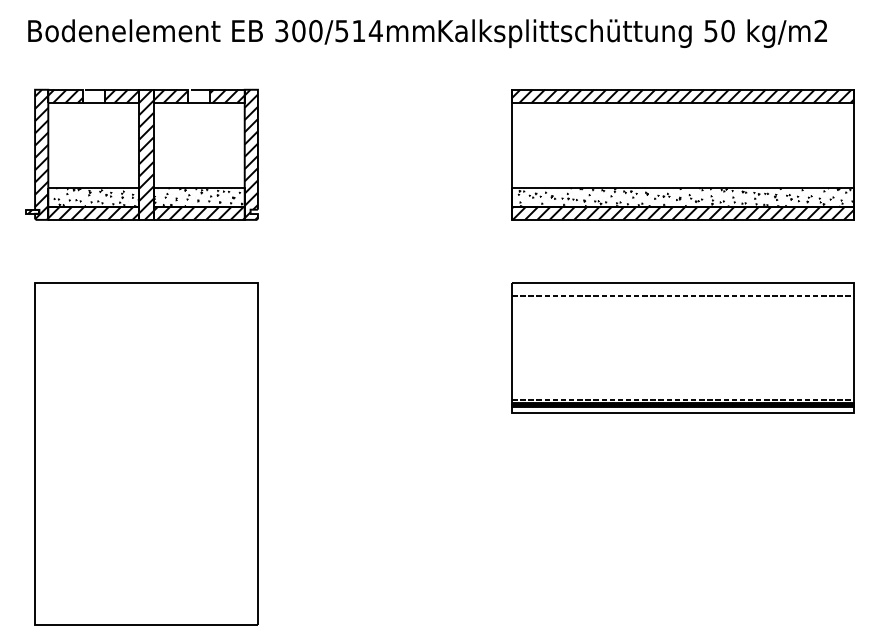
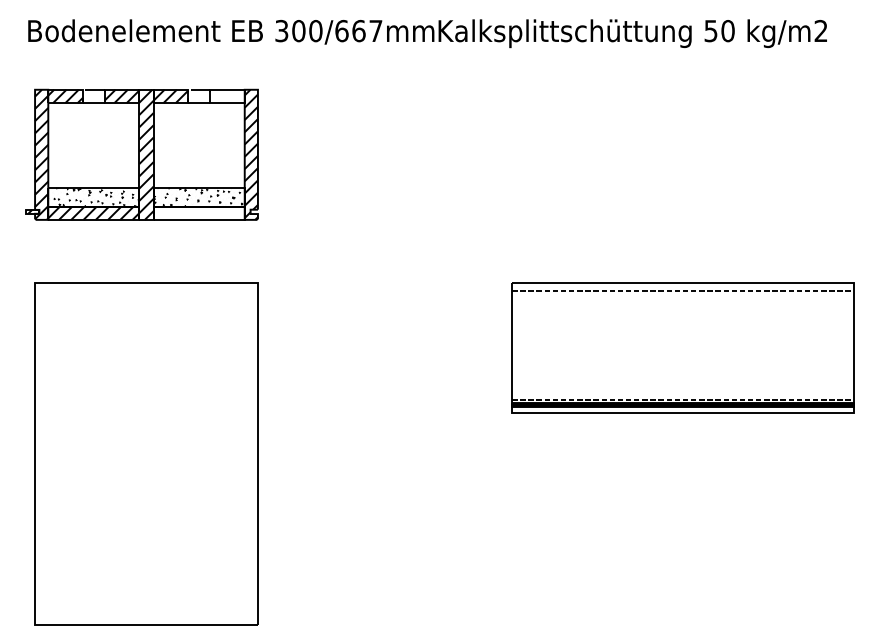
text at (358, 30): 300/514mm -> 300/667mm
hatch at (227, 96): present -> none
part at (682, 154): present -> none
hatch at (198, 212): present -> none
line at (682, 296) position: (682, 296) -> (682, 291)
